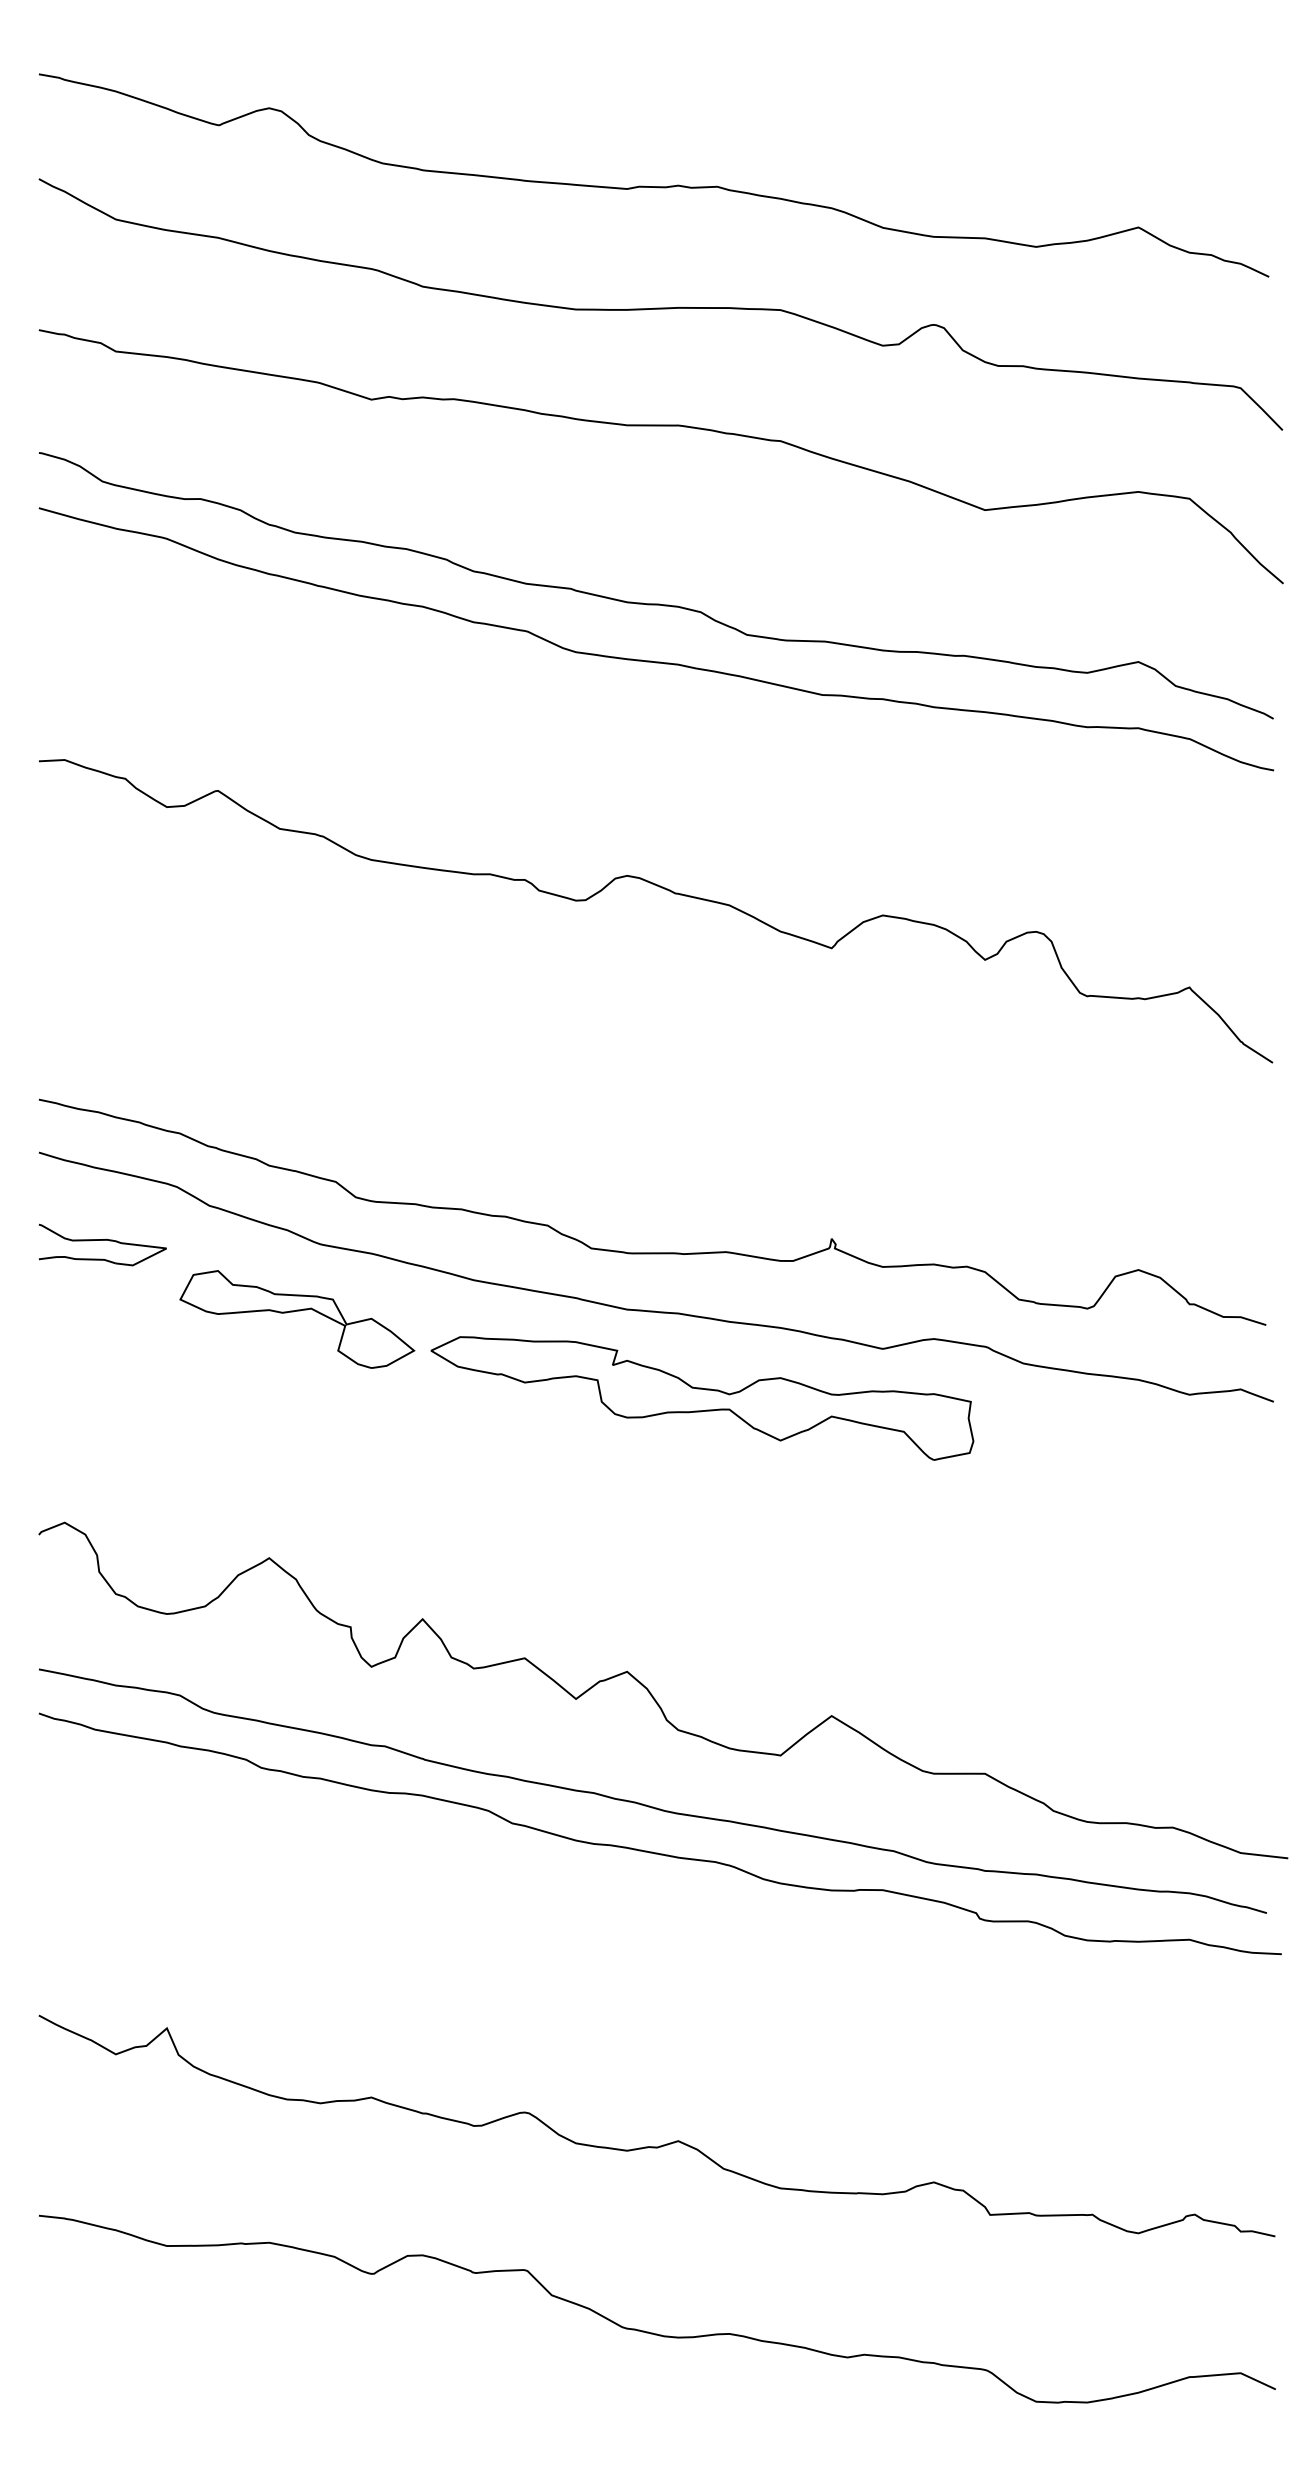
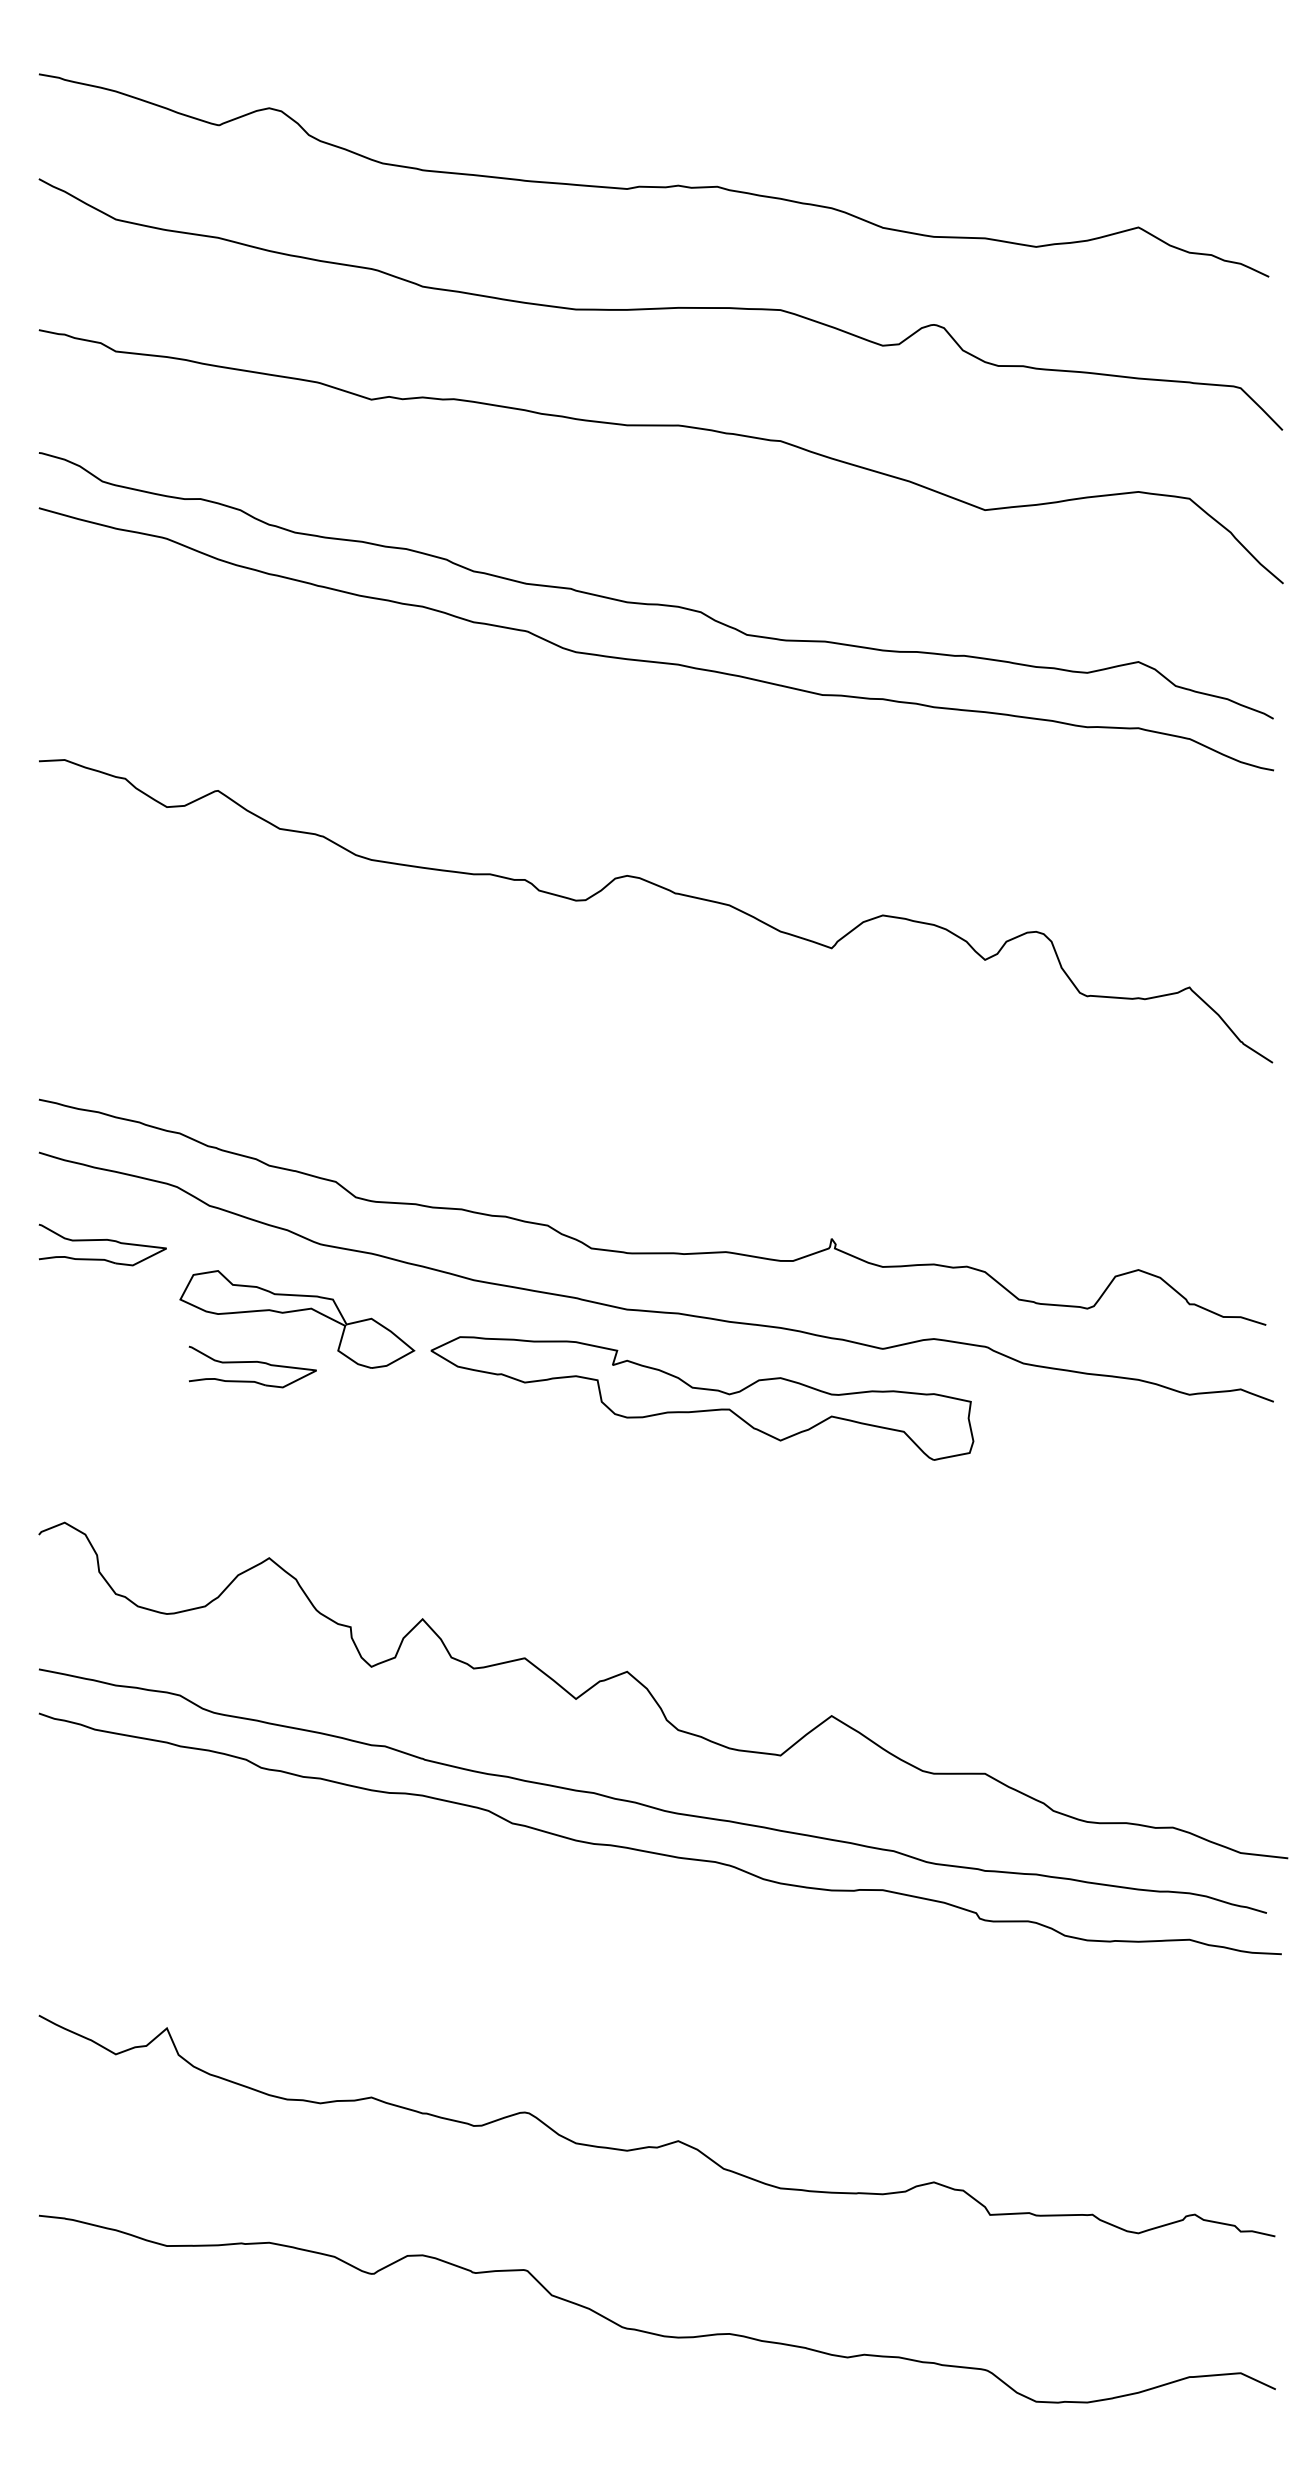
part at (252, 1366): none -> present
